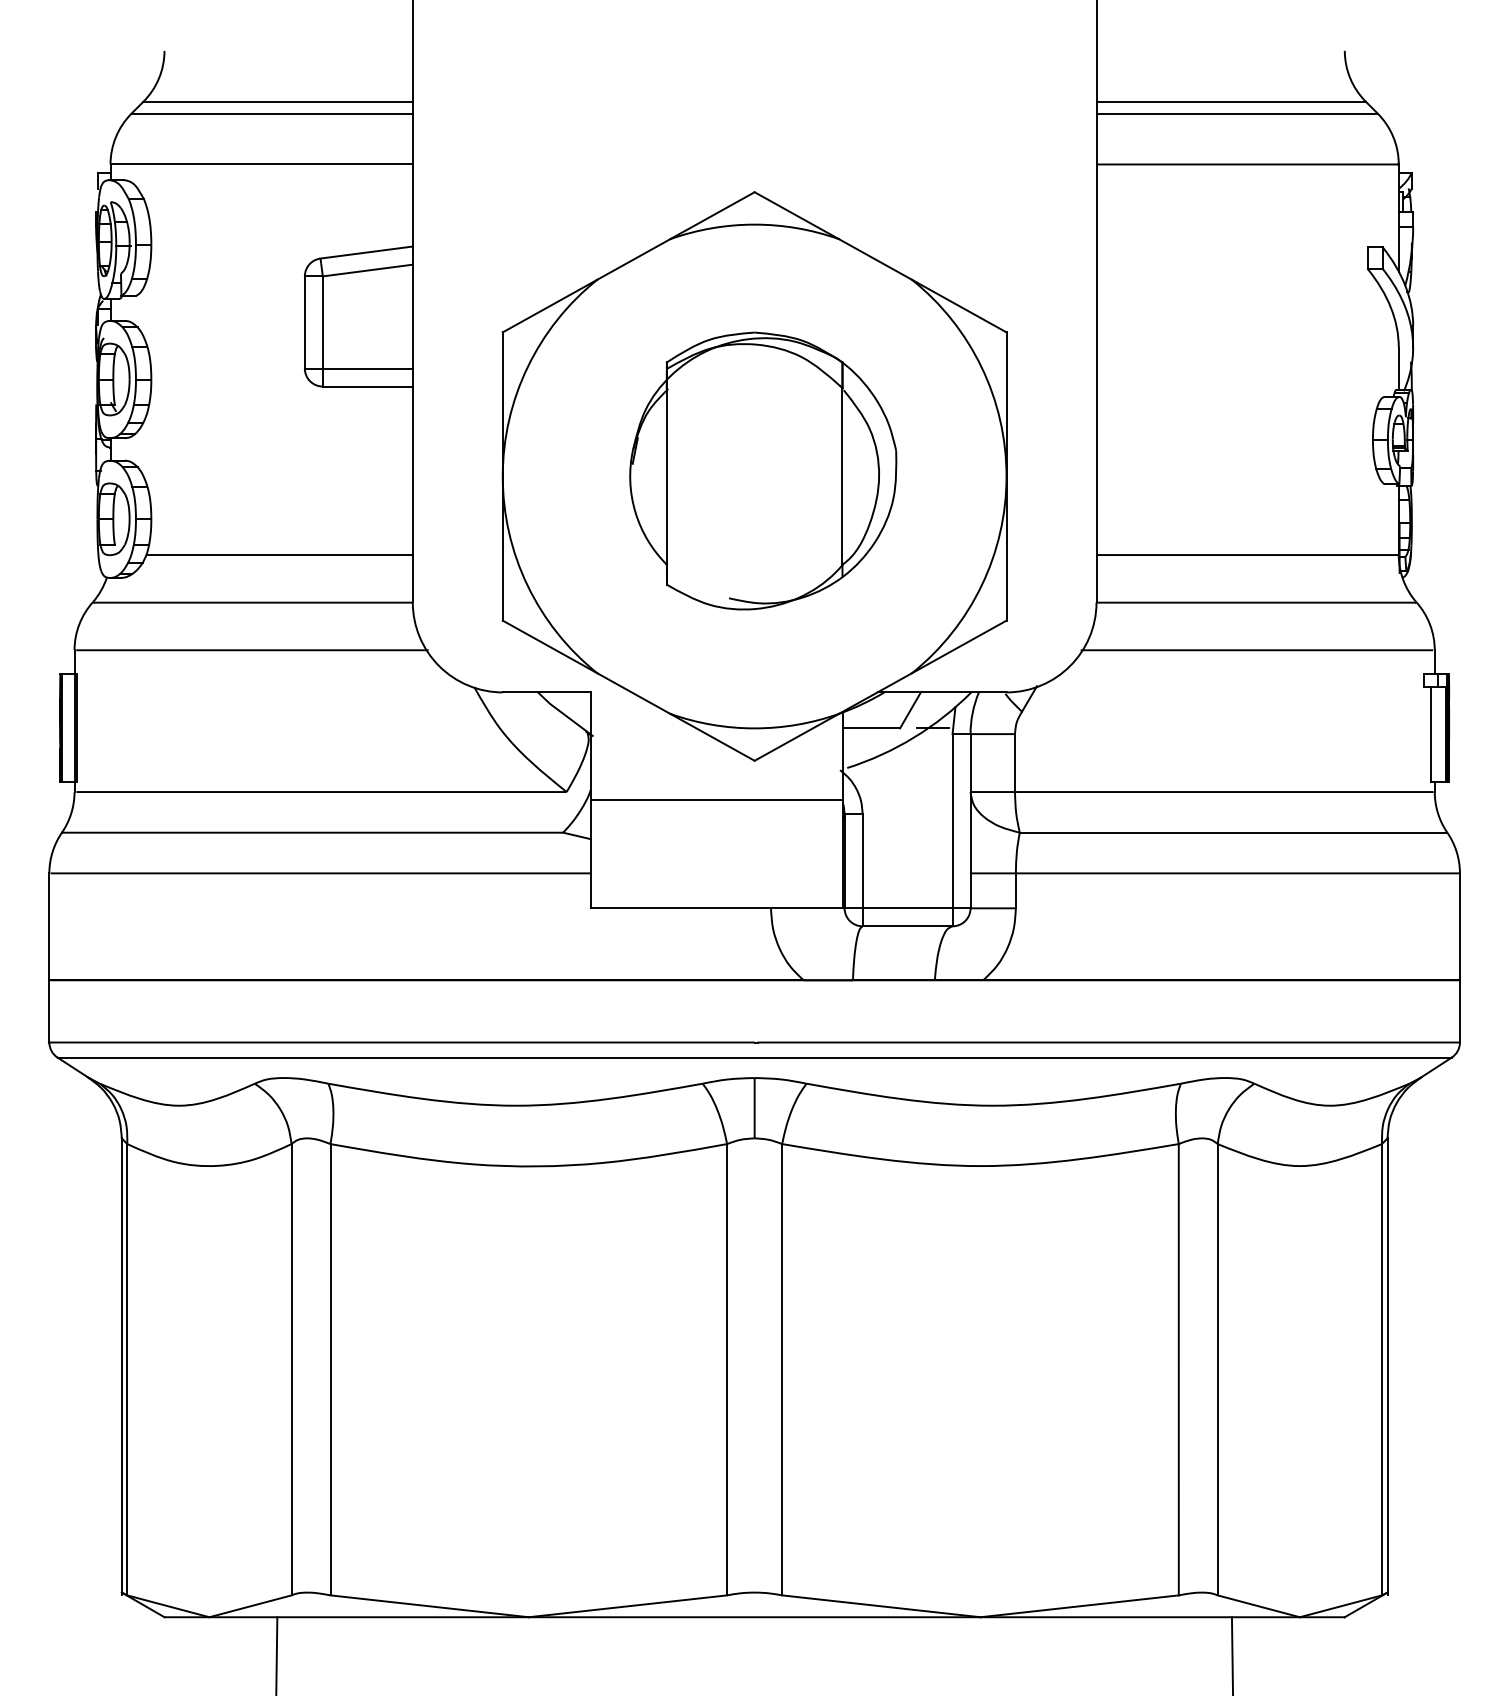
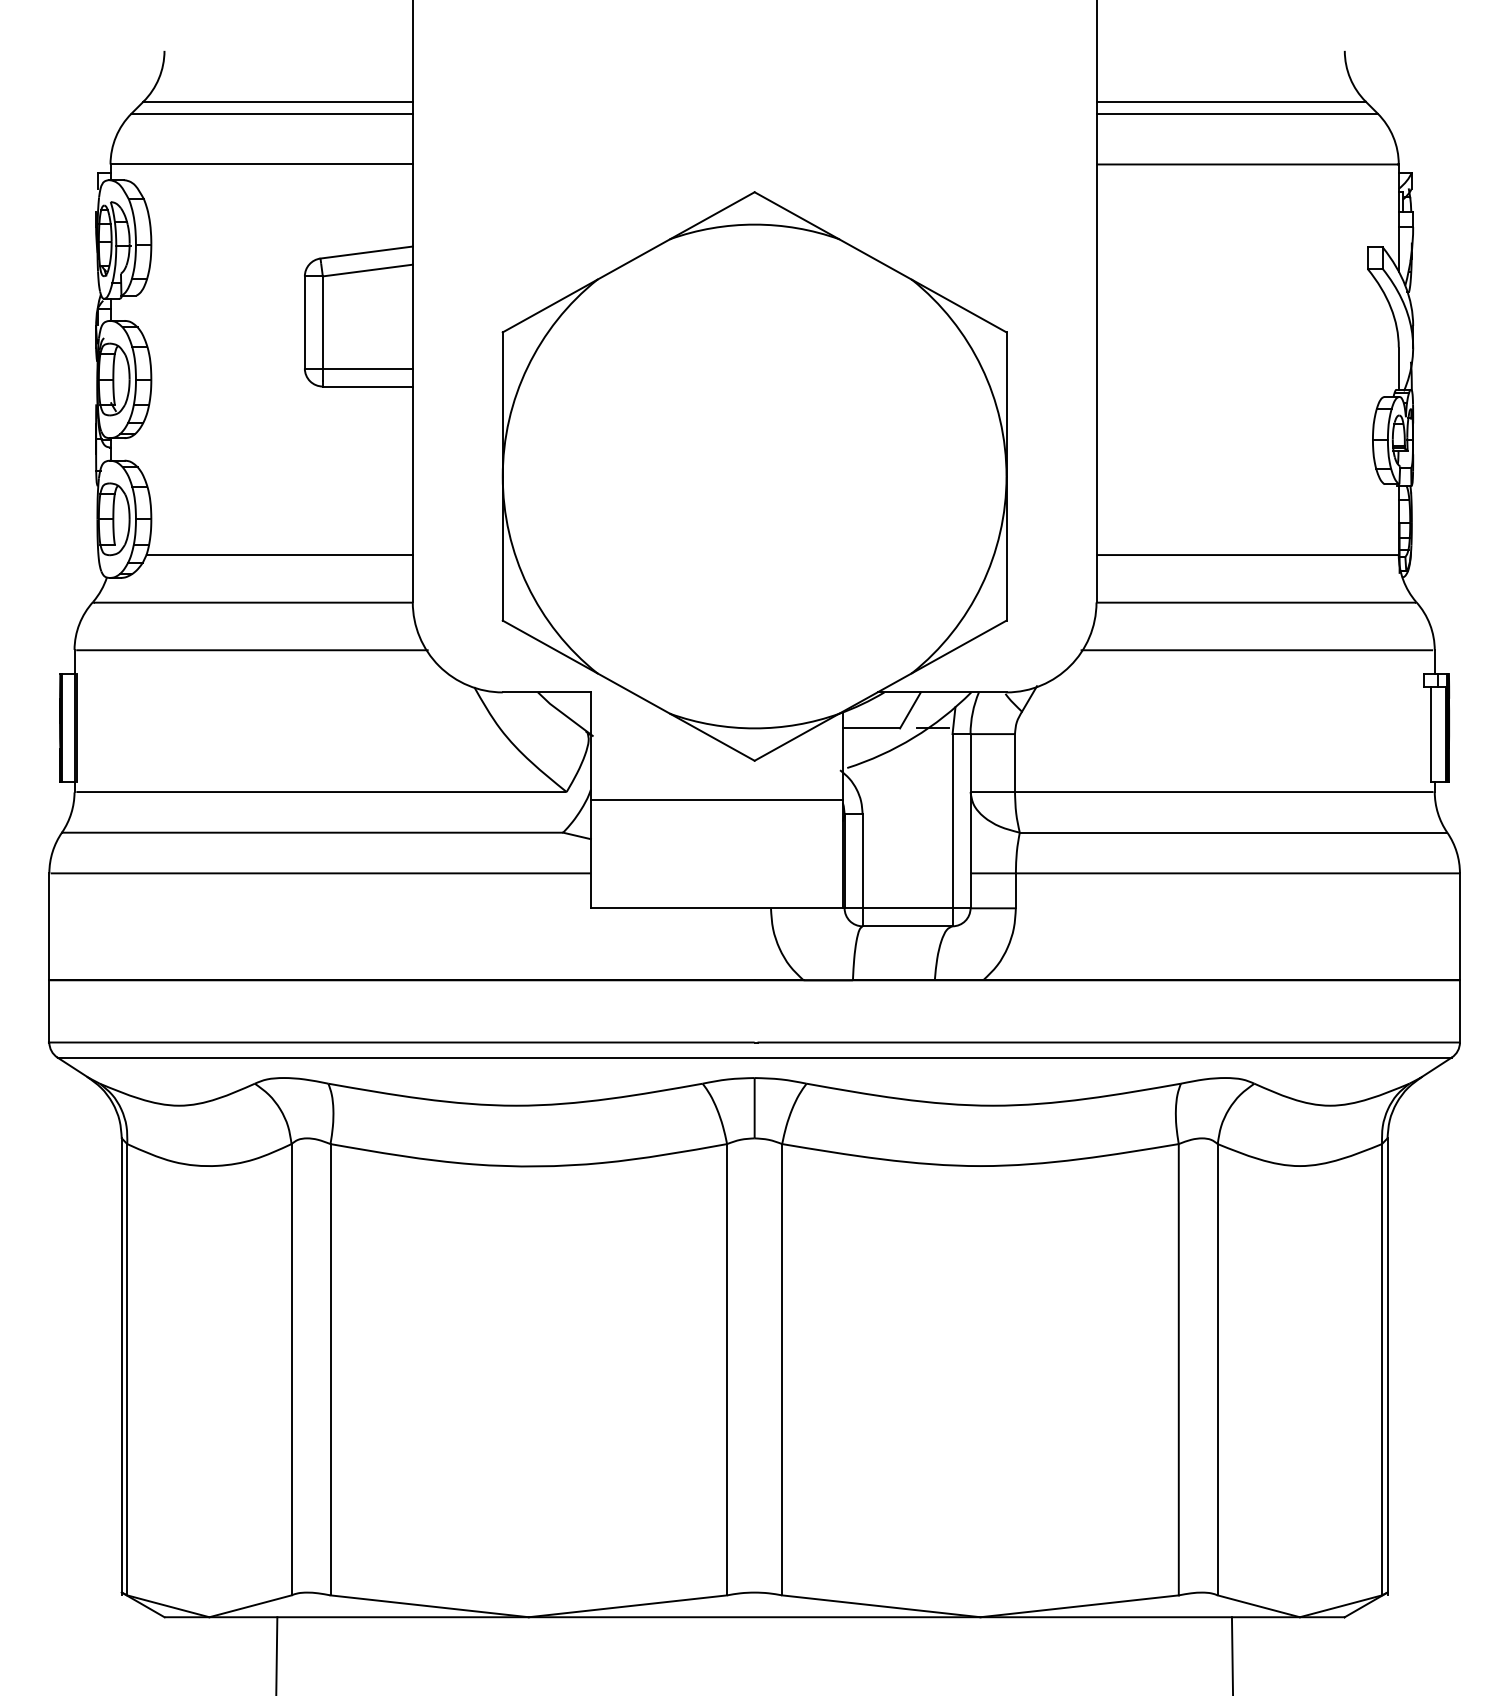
part at (763, 470): present -> none
